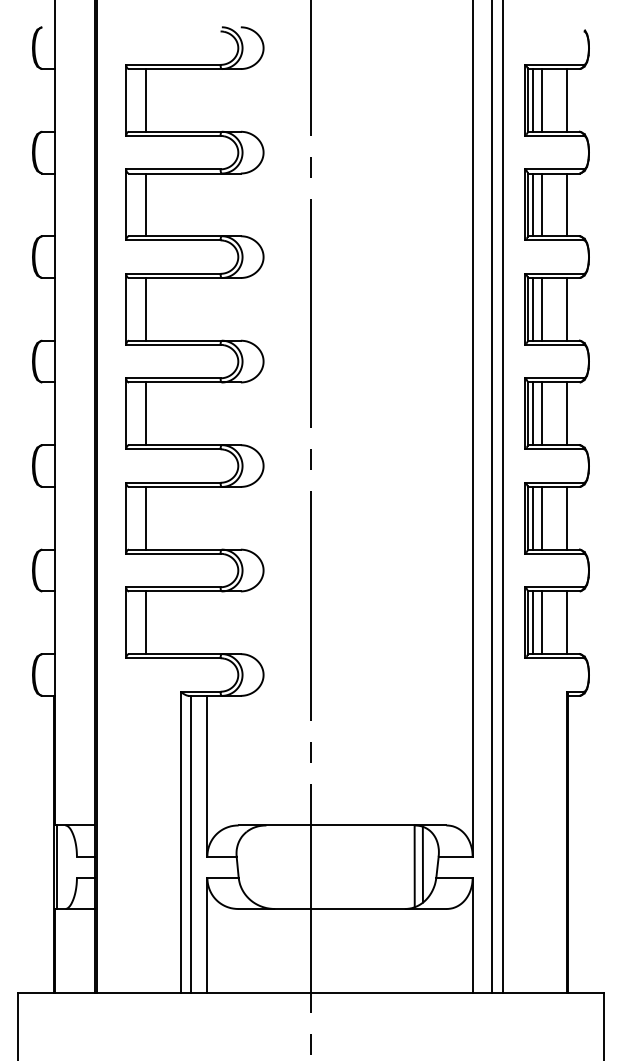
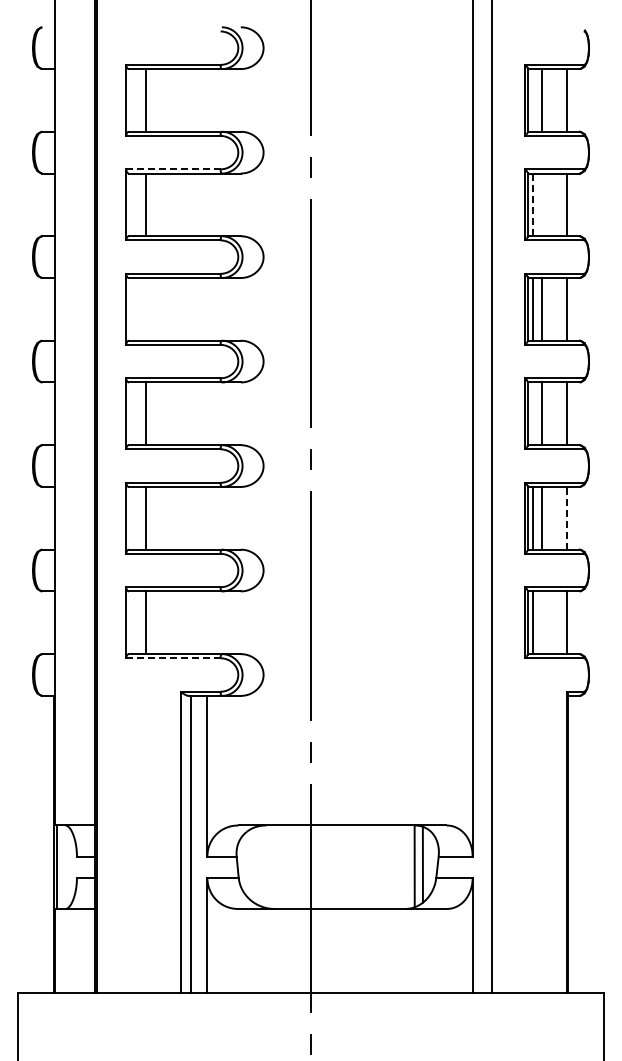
line at (532, 100): present -> none
line at (172, 169): solid -> dashed
line at (532, 204): solid -> dashed
line at (541, 204): present -> none
line at (146, 309): present -> none
line at (532, 413): present -> none
line at (502, 497): present -> none
line at (566, 517): solid -> dashed
line at (541, 622): present -> none
line at (173, 658): solid -> dashed
